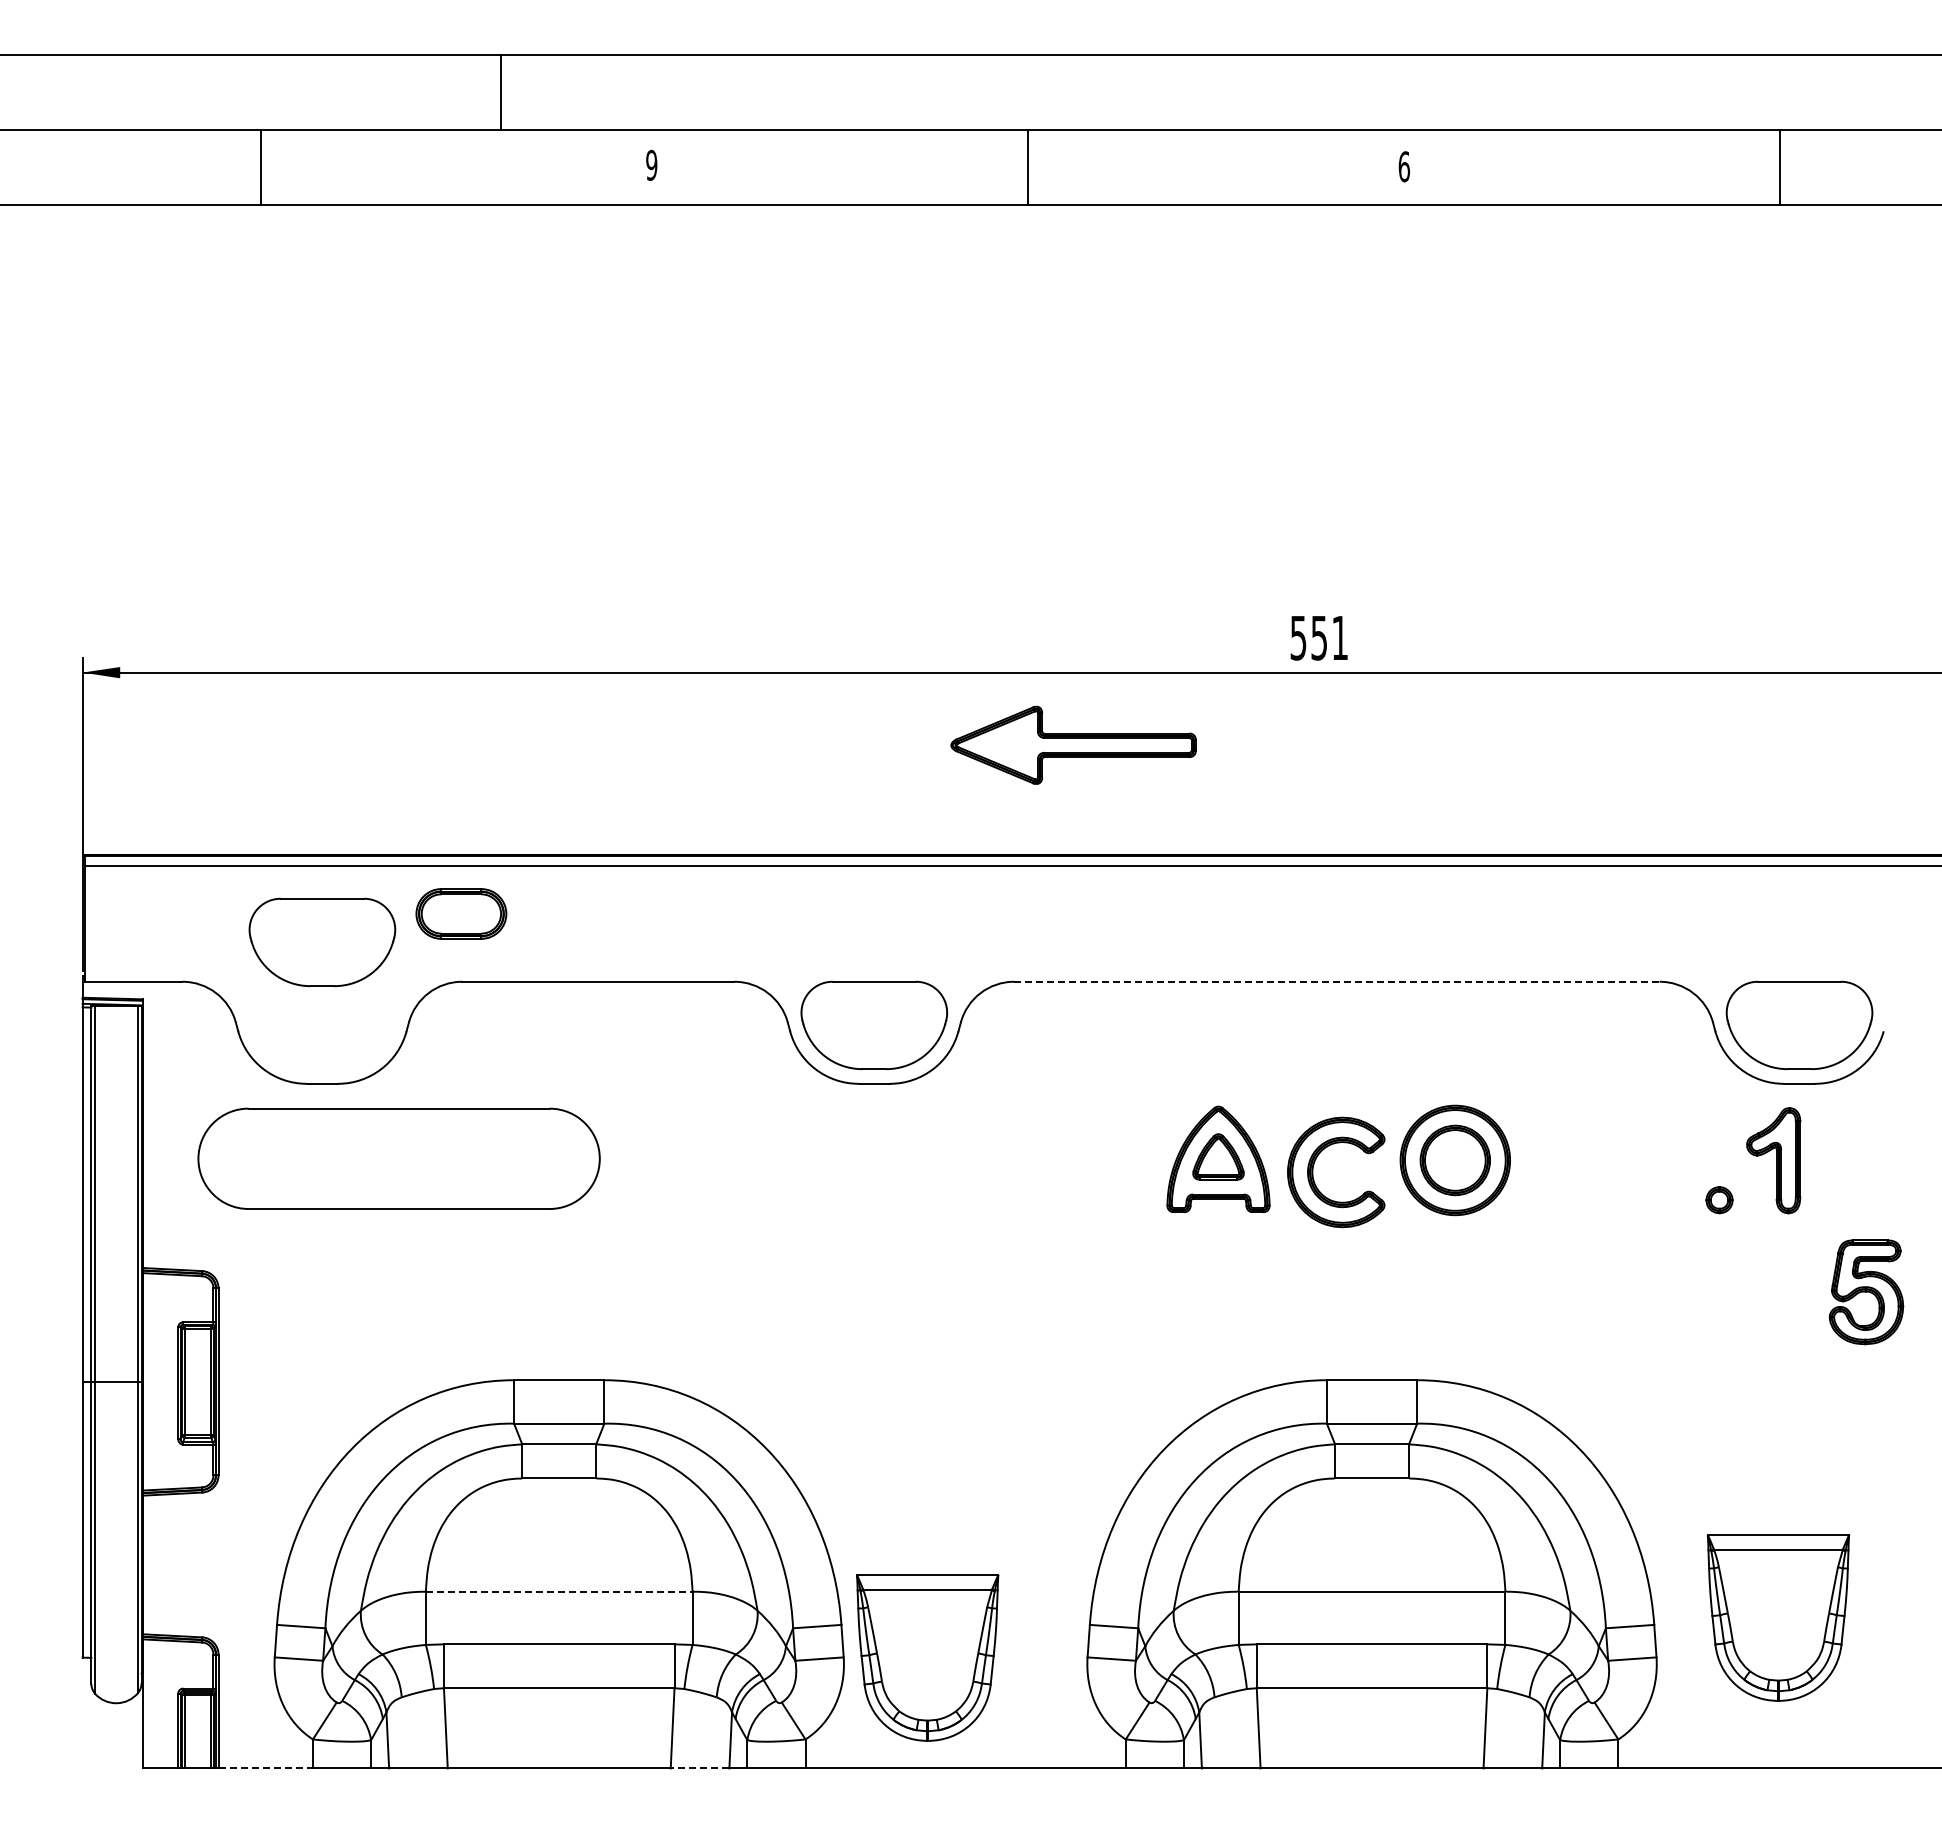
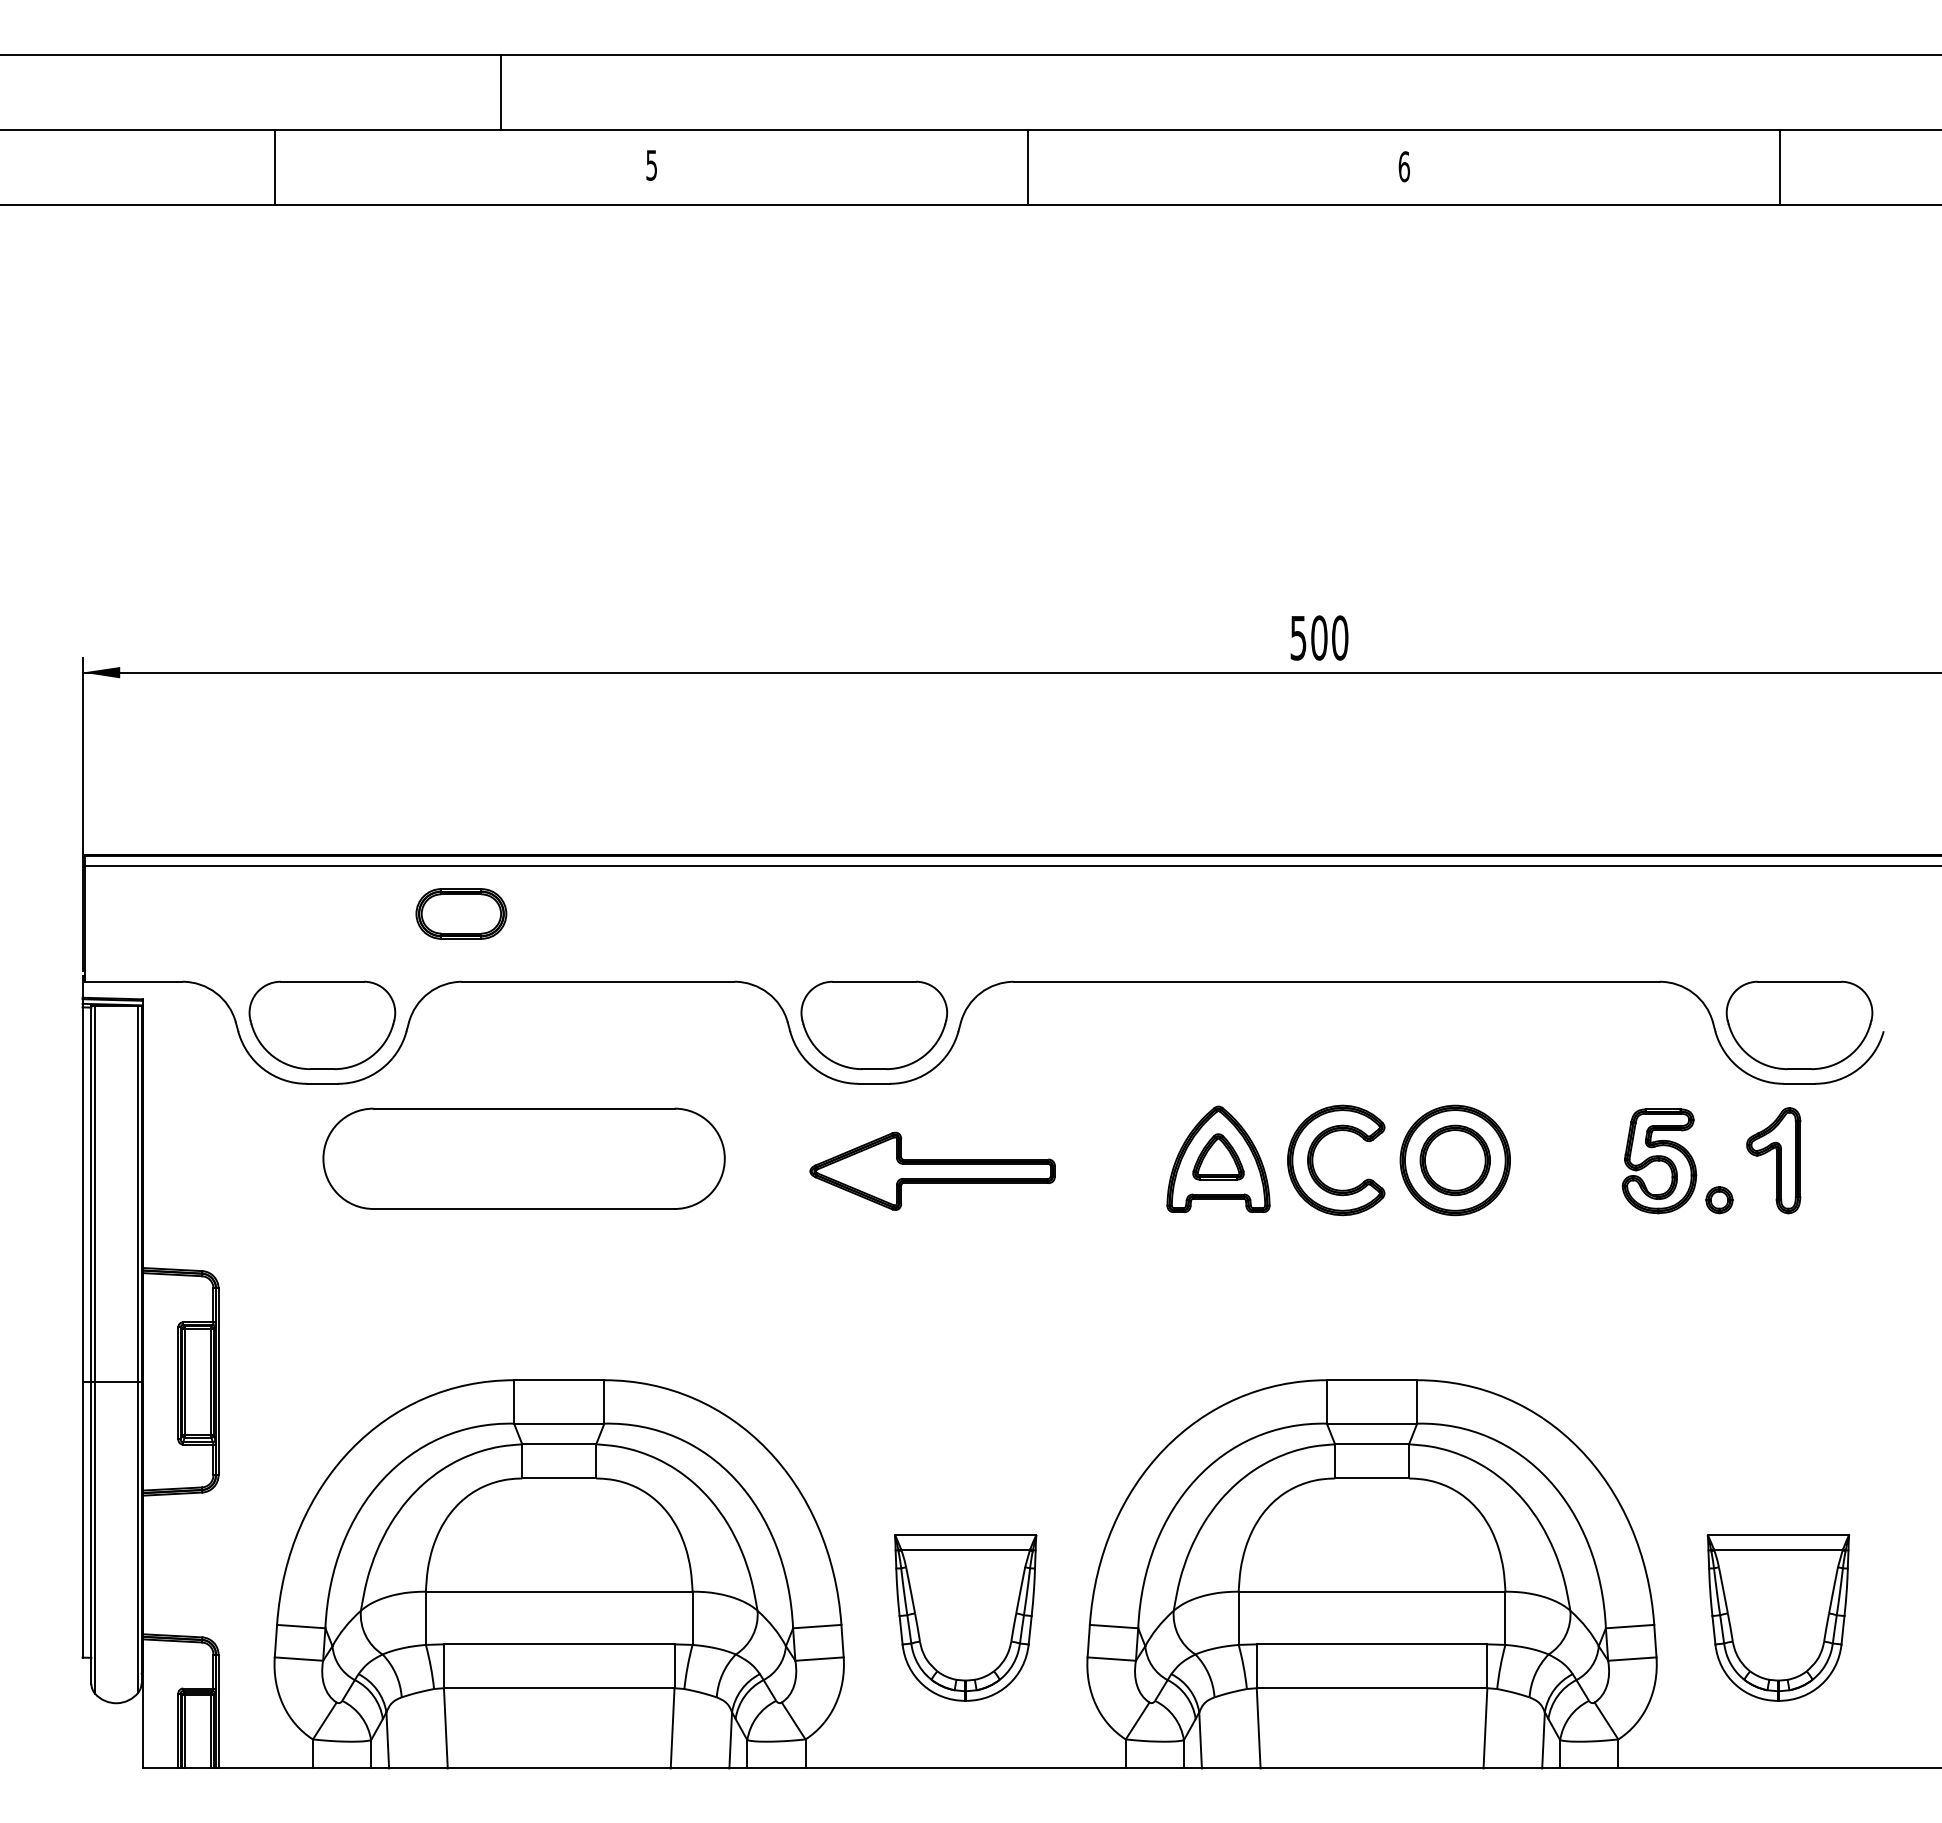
text at (651, 164): 9 -> 5
line at (260, 167) position: (260, 167) -> (274, 167)
text at (1329, 637): 551 -> 500
part at (1073, 744) position: (1073, 744) -> (932, 1170)
part at (322, 941) position: (322, 941) -> (322, 1024)
line at (1336, 981): dashed -> solid
part at (398, 1158) position: (398, 1158) -> (523, 1158)
part at (1313, 1172) position: (1313, 1172) -> (1313, 1160)
part at (1866, 1292) position: (1866, 1292) -> (1659, 1161)
line at (559, 1591): dashed -> solid
part at (927, 1657) position: (927, 1657) -> (965, 1617)
line at (266, 1768): dashed -> solid
line at (699, 1768): dashed -> solid
